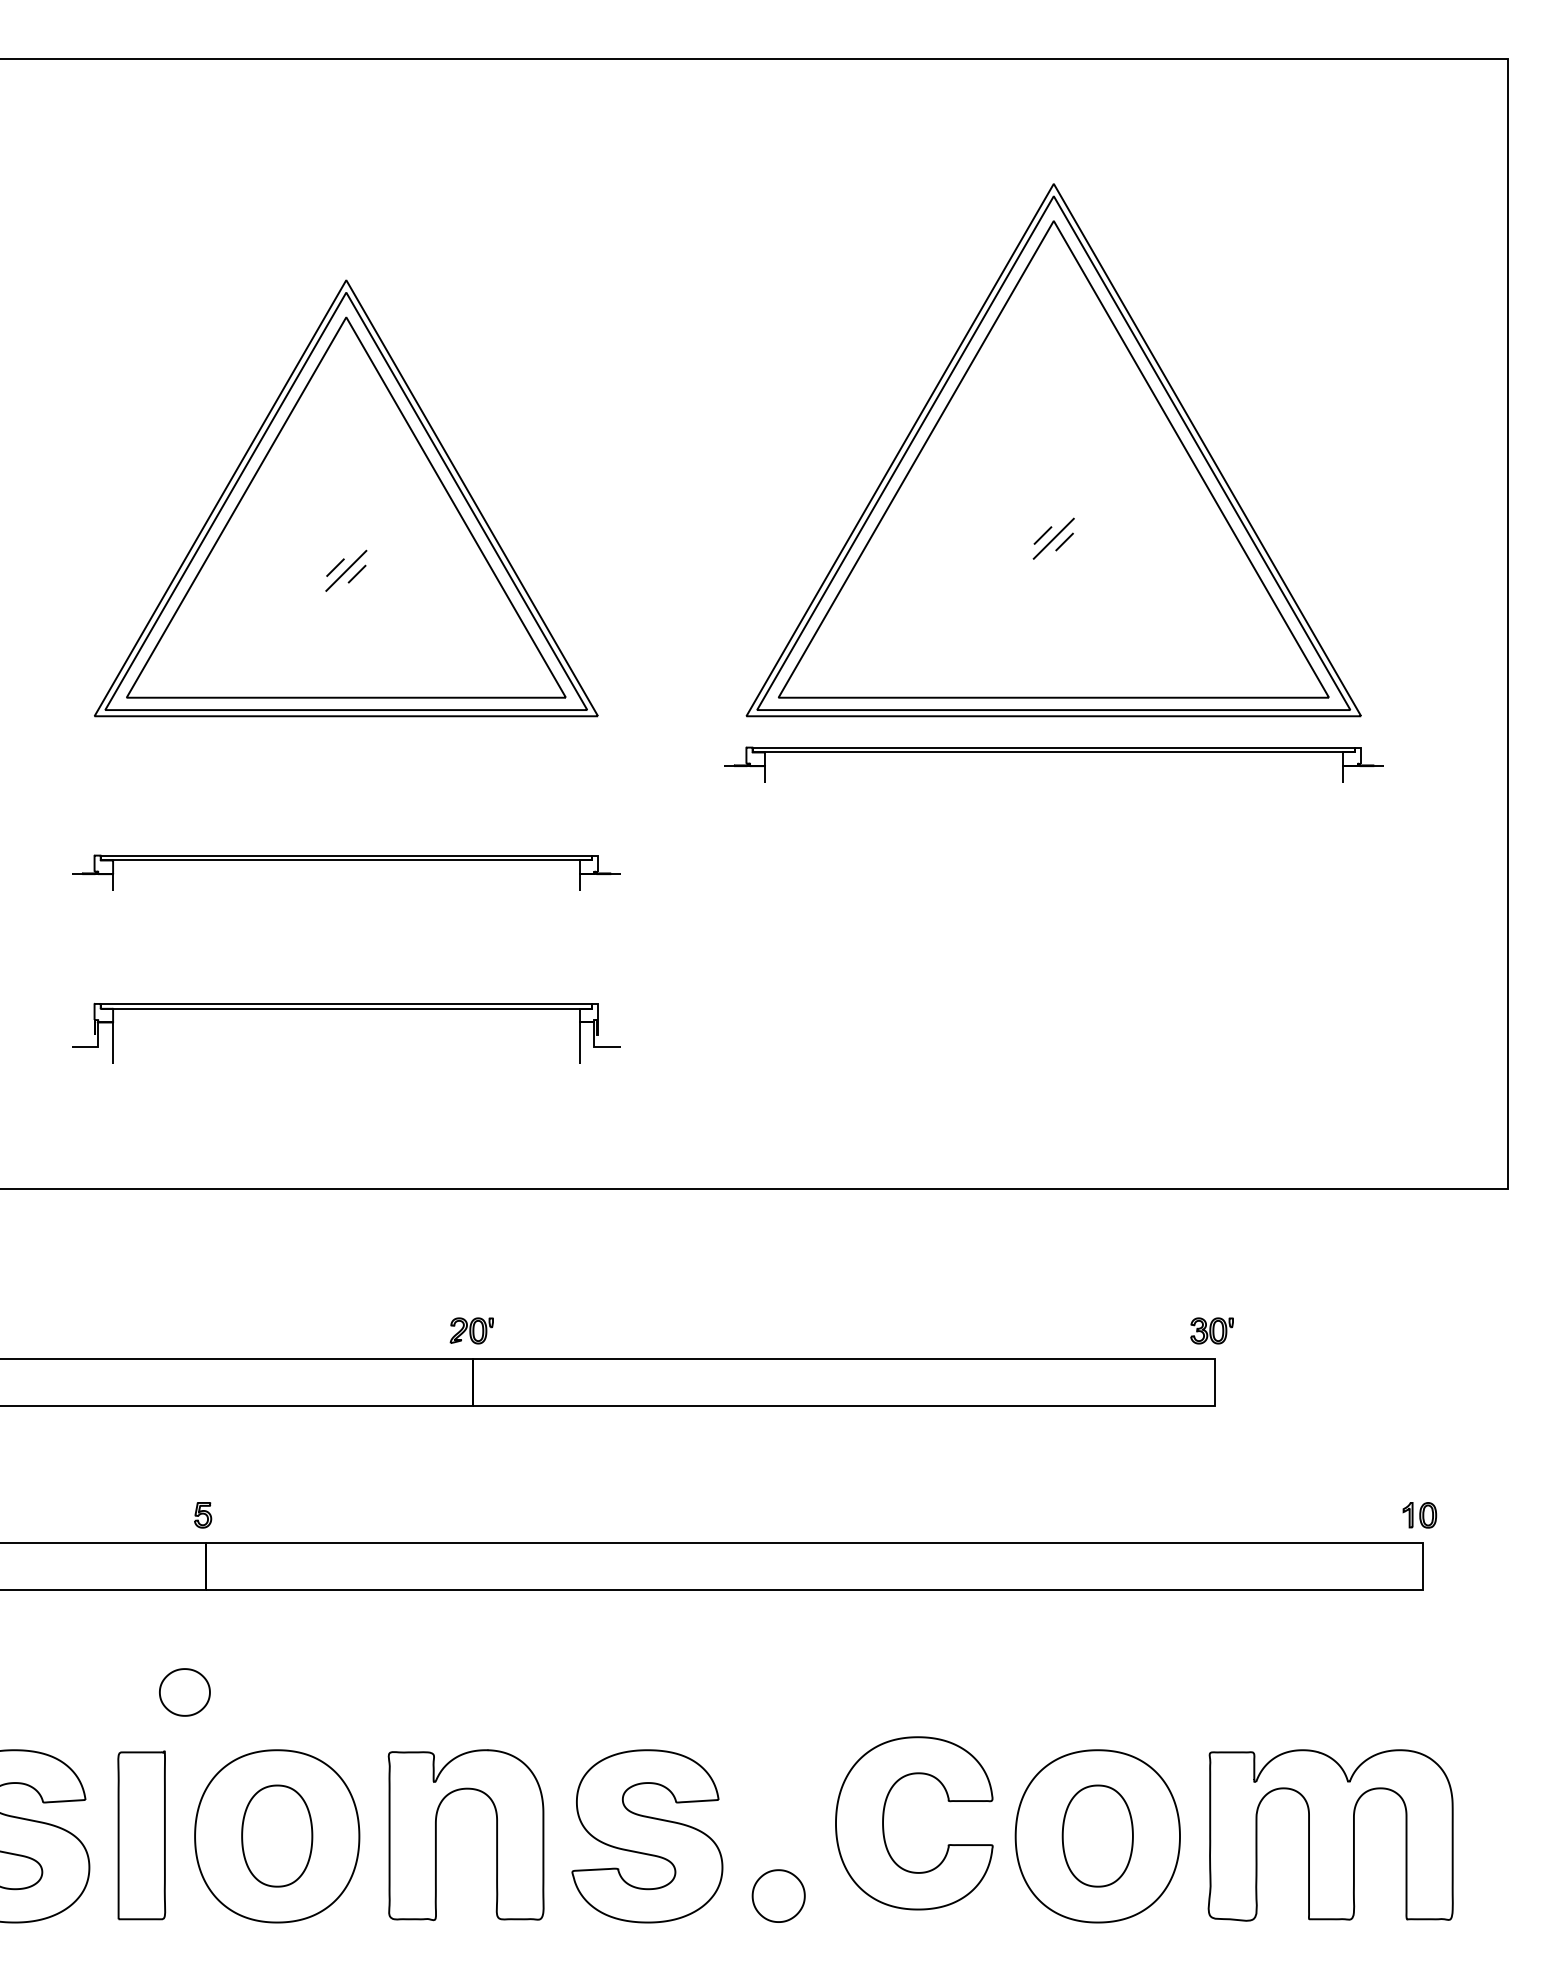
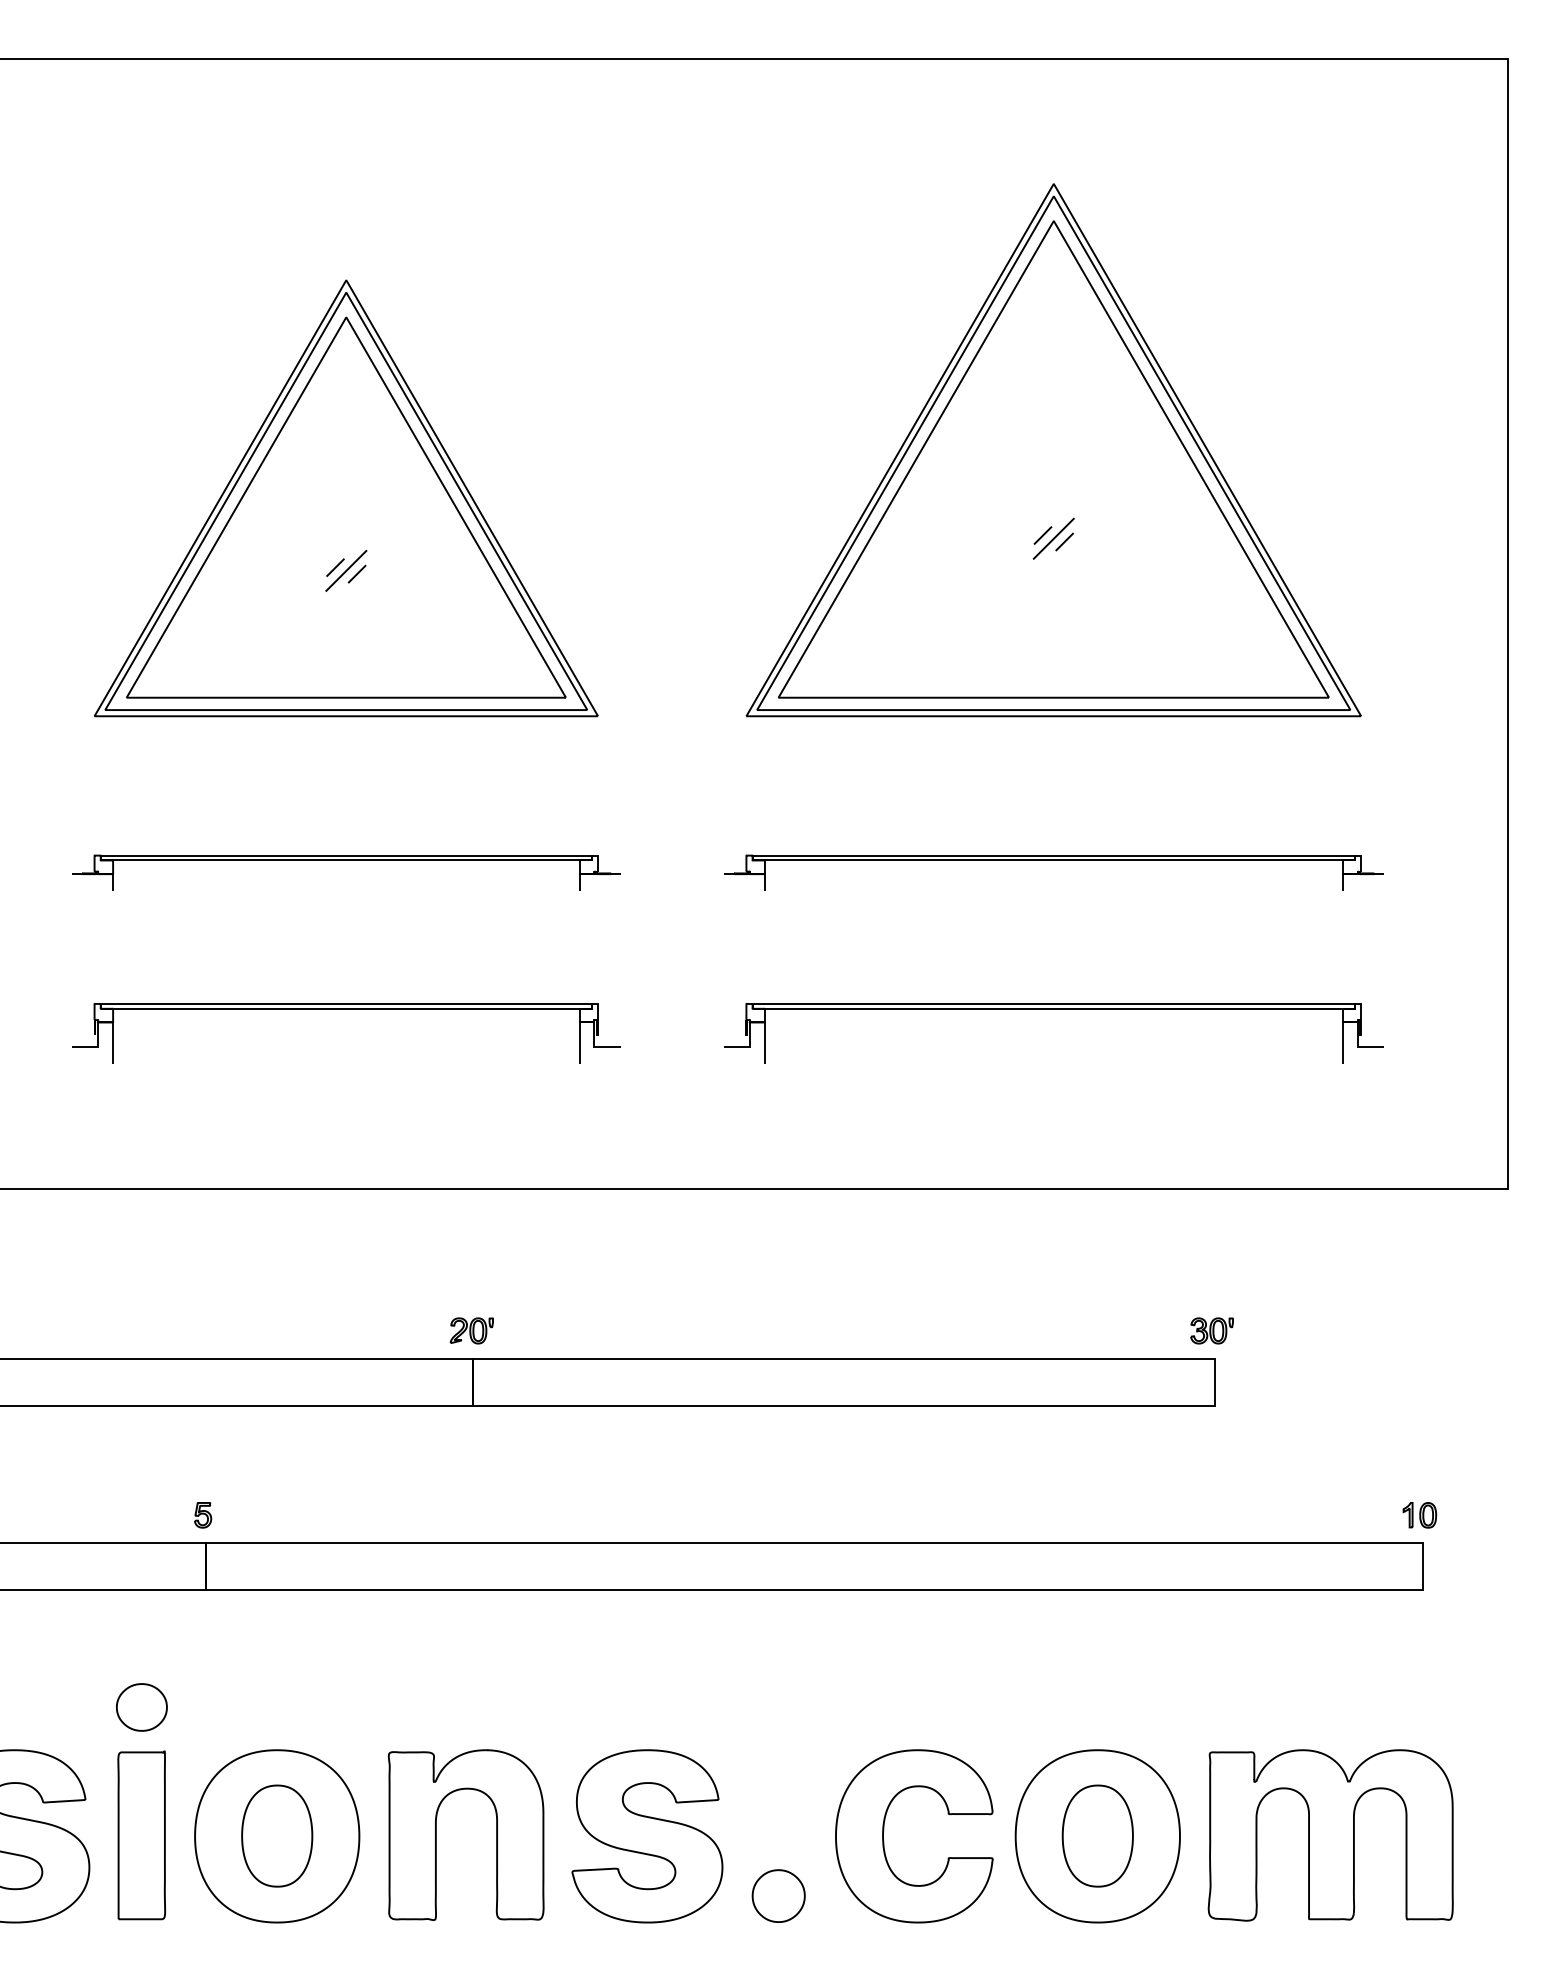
part at (1053, 752) position: (1053, 752) -> (1053, 860)
part at (1053, 1009): none -> present
part at (184, 1692) position: (184, 1692) -> (141, 1707)
part at (884, 1828) position: (884, 1828) -> (884, 1841)
